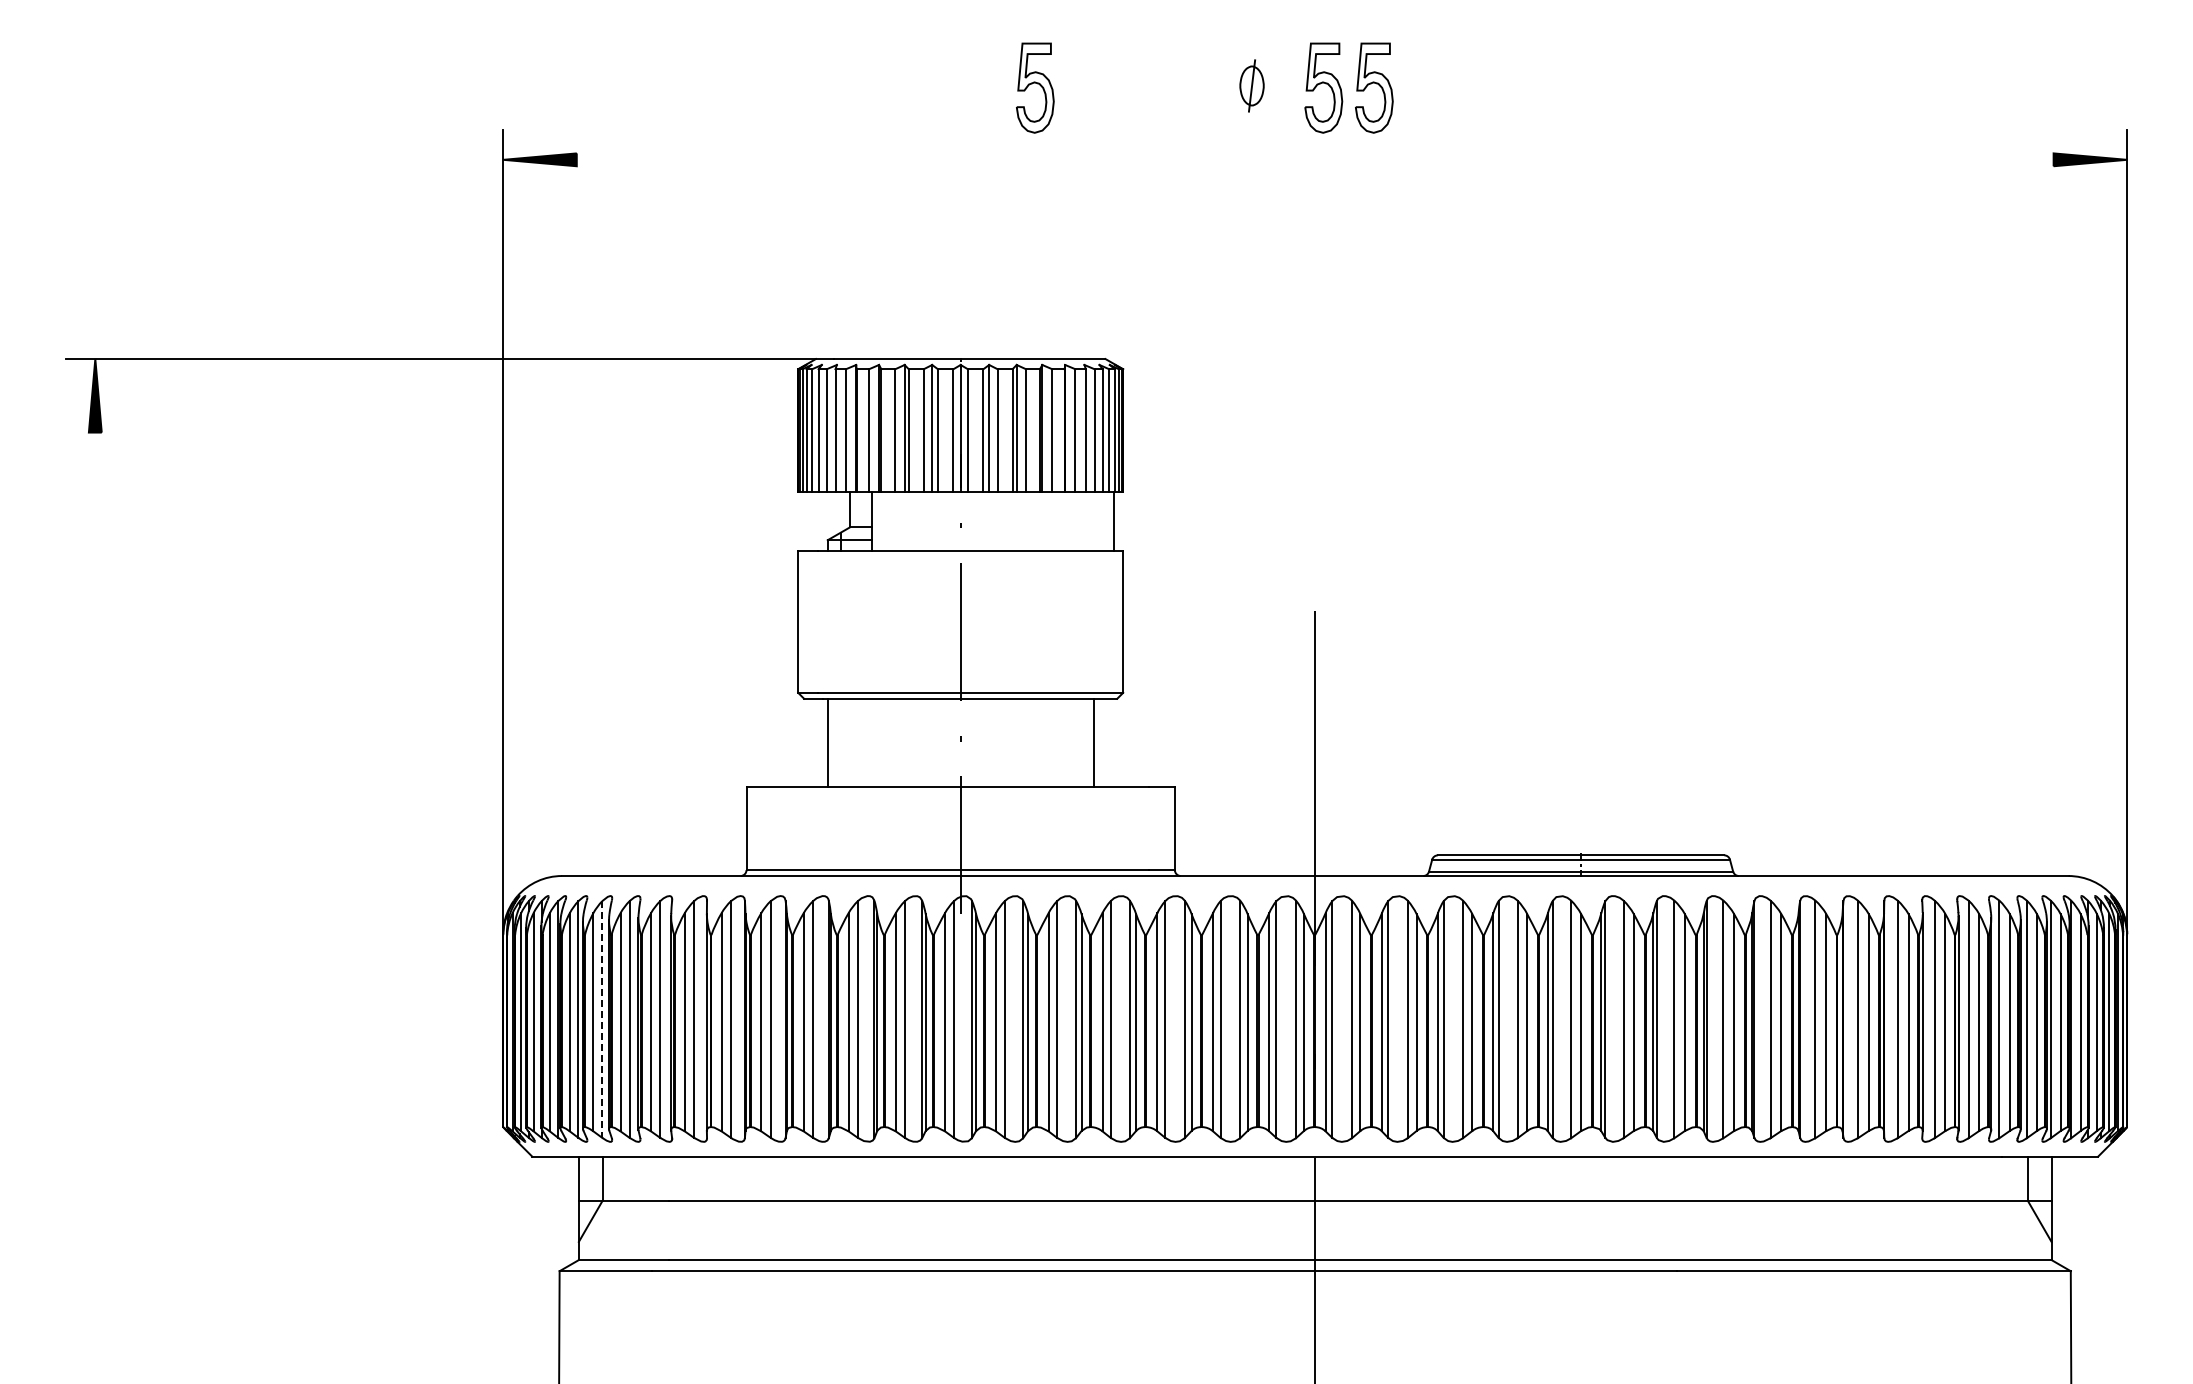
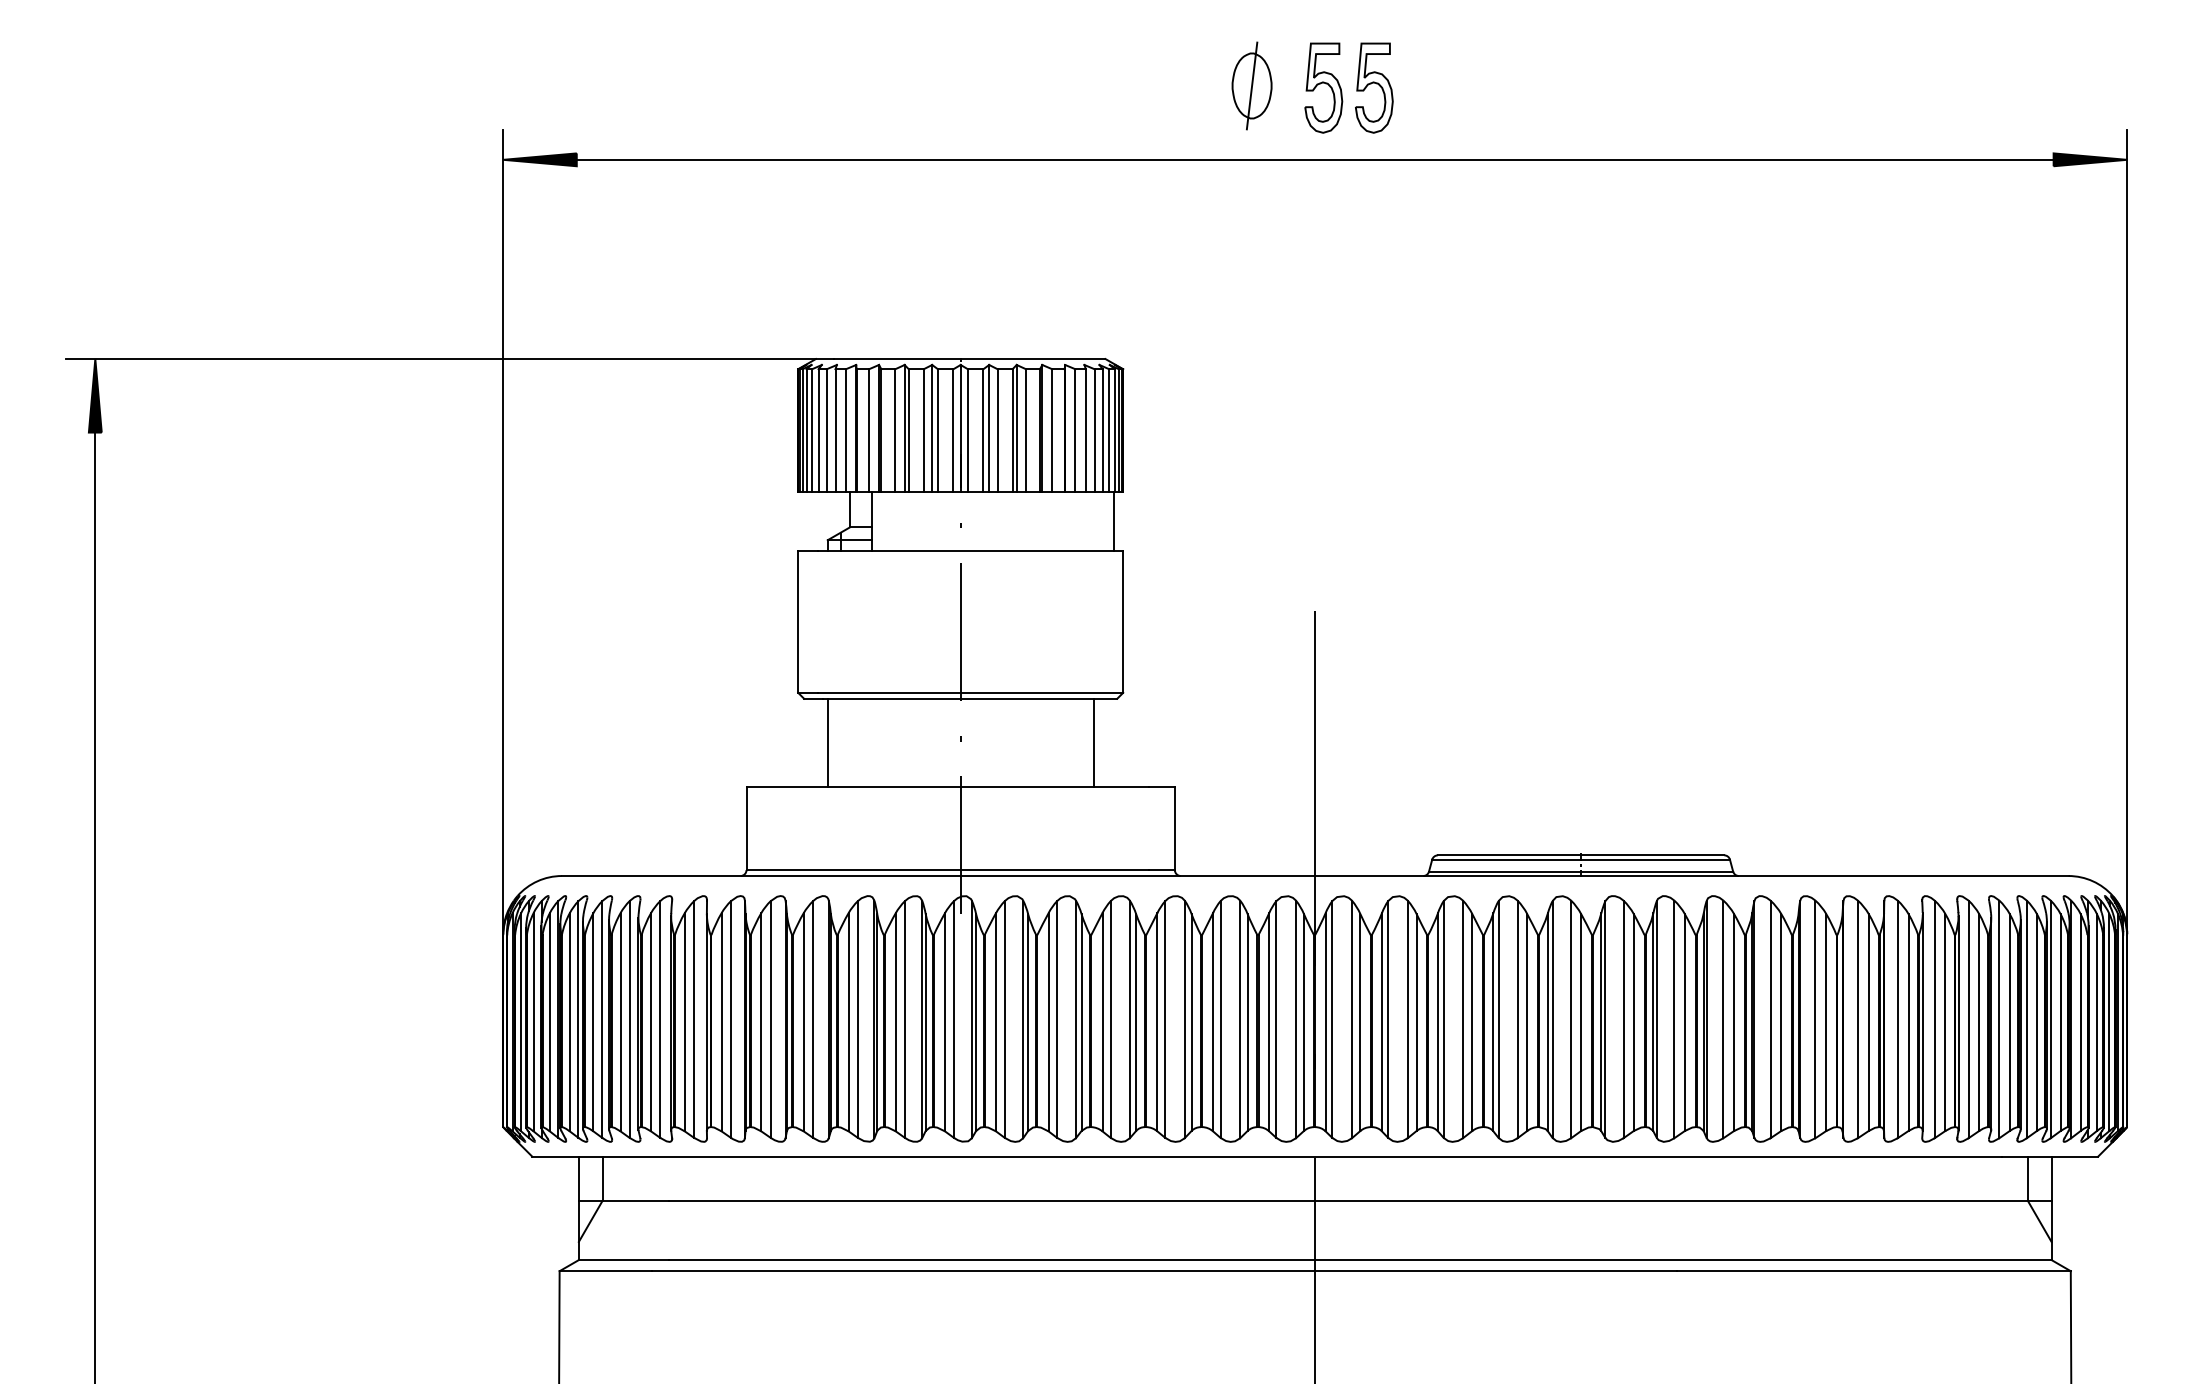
part at (1251, 85) size: 26x54 px -> 42x90 px
part at (1035, 87): present -> none
line at (1314, 159): none -> present
line at (95, 906): none -> present
line at (602, 1020): dashed -> solid
